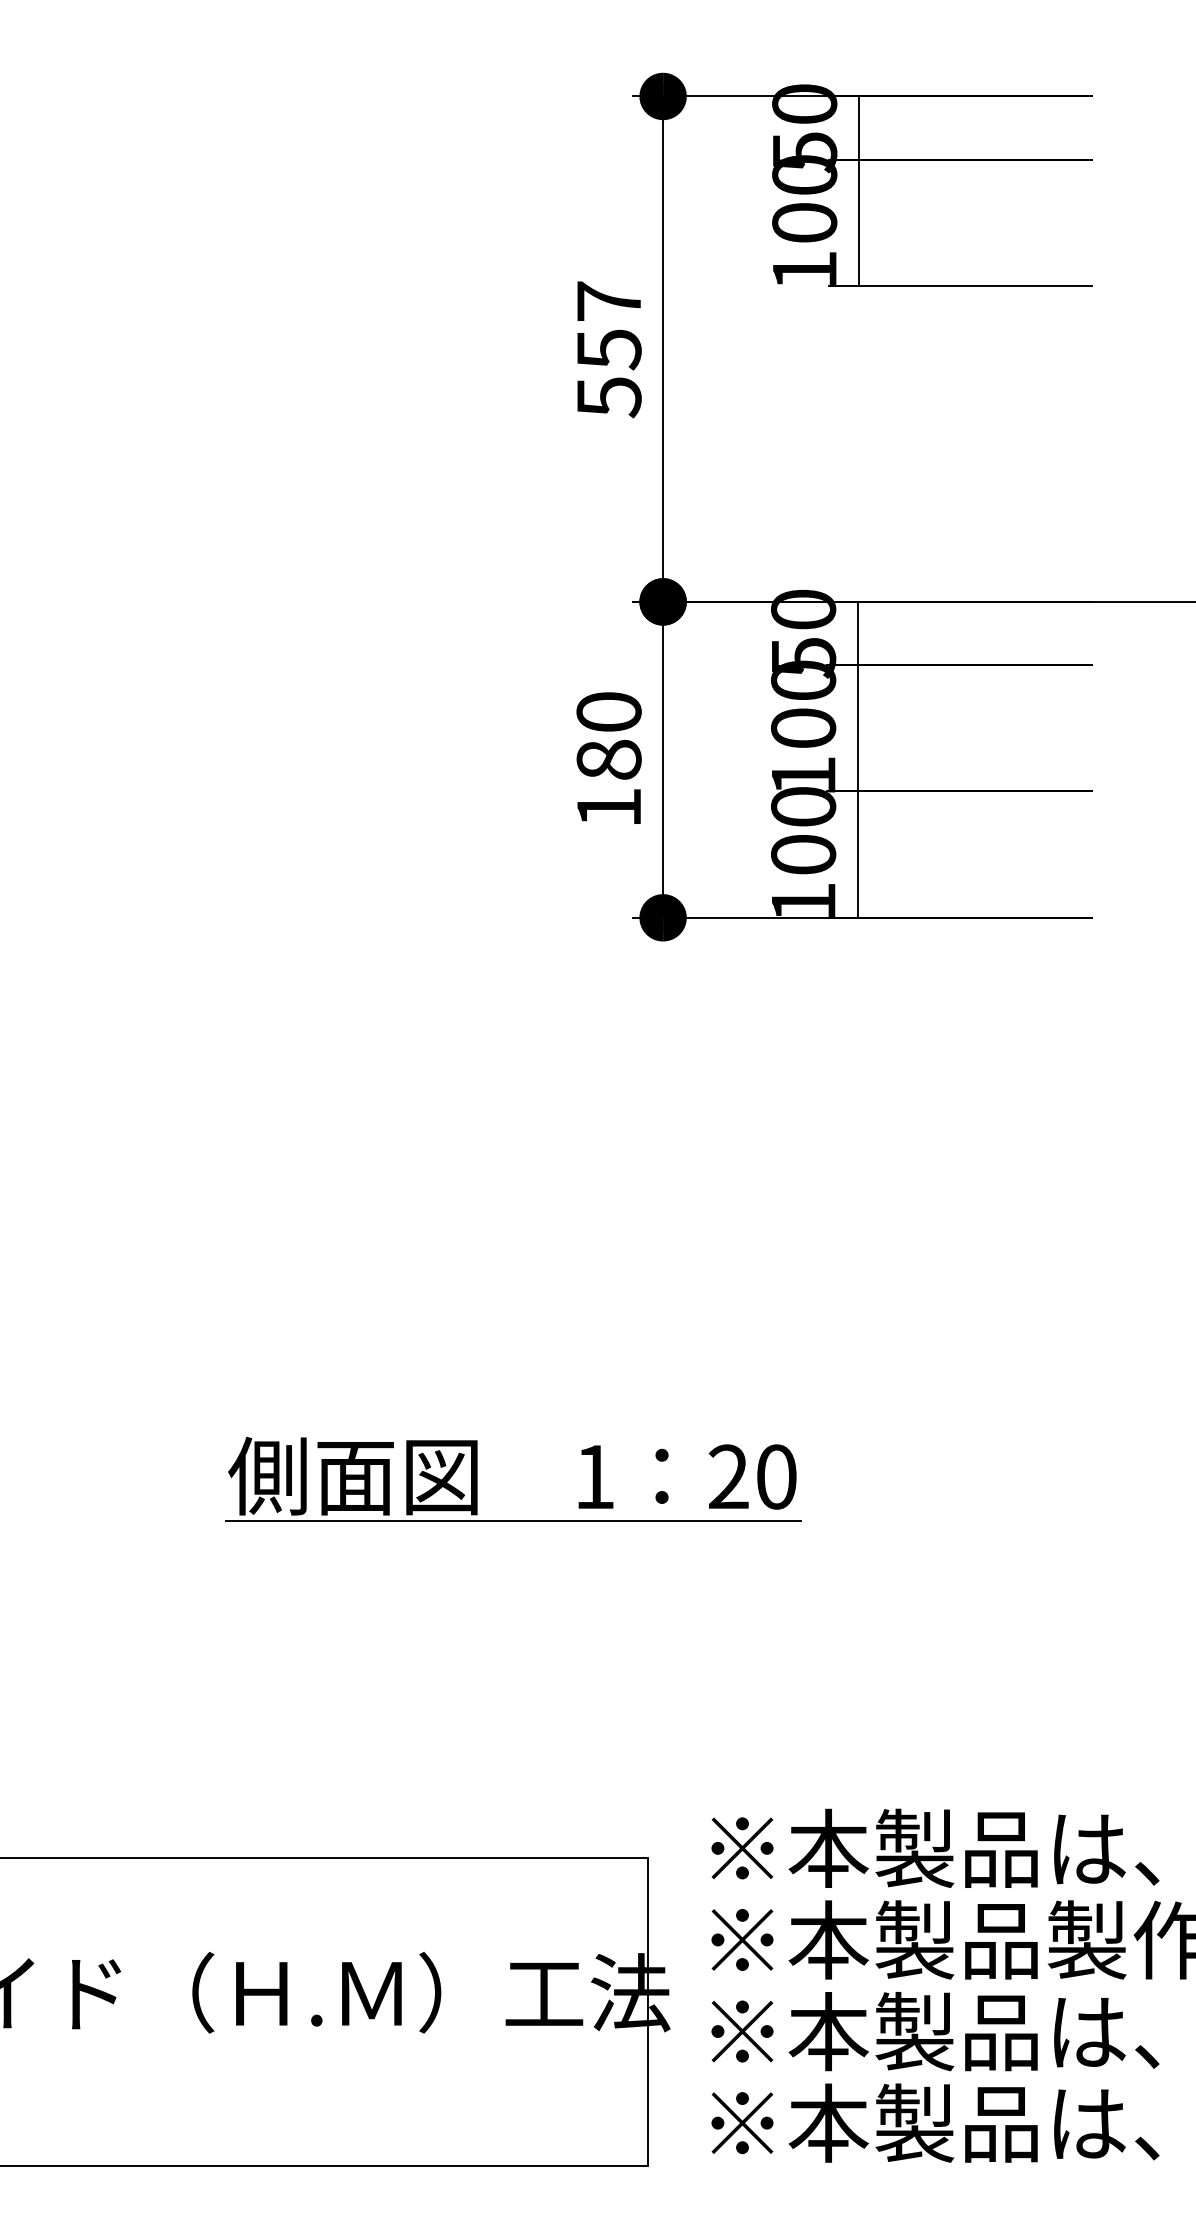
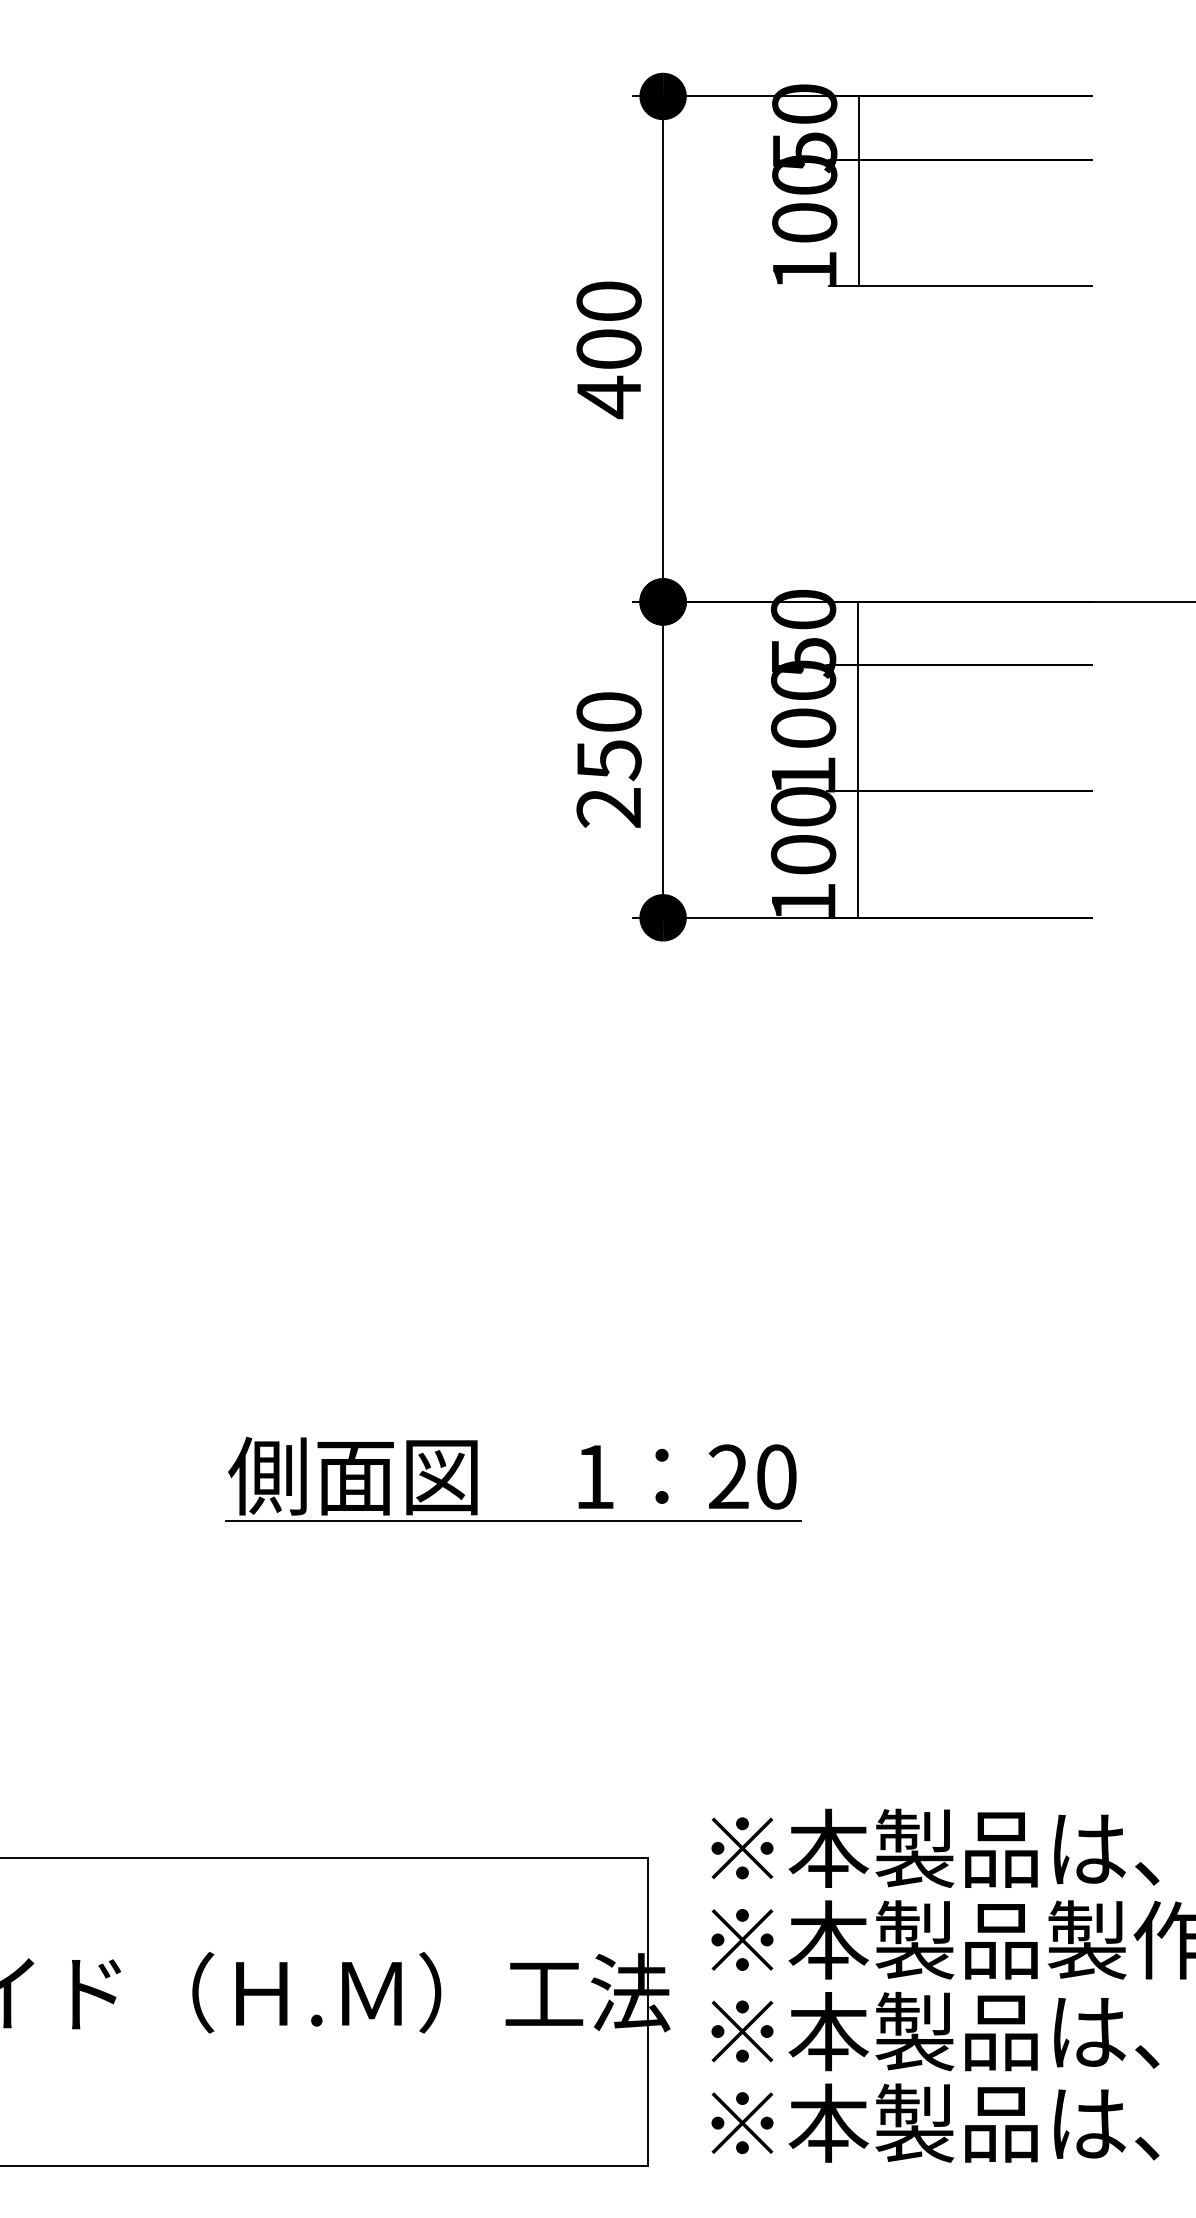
text at (608, 350): 557 -> 400
text at (608, 783): 180 -> 250
